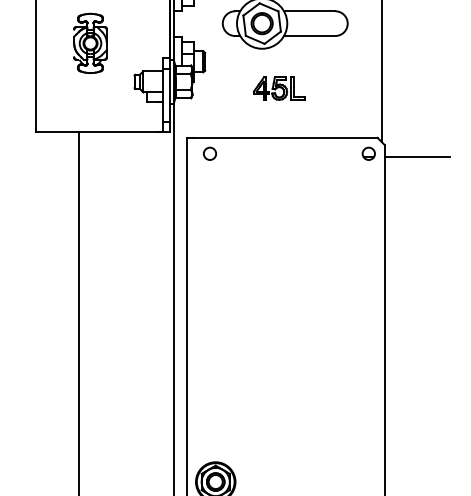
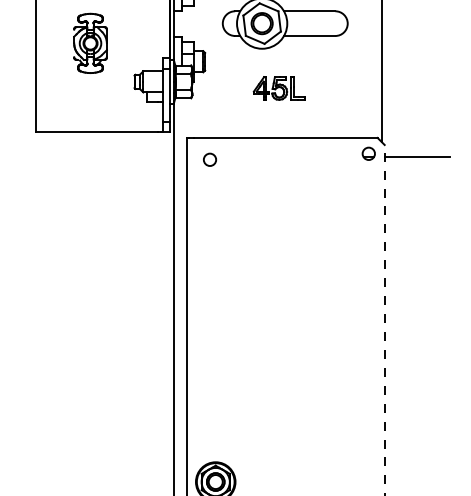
circle at (209, 153) position: (209, 153) -> (209, 159)
line at (78, 312): present -> none
line at (384, 319): solid -> dashed
